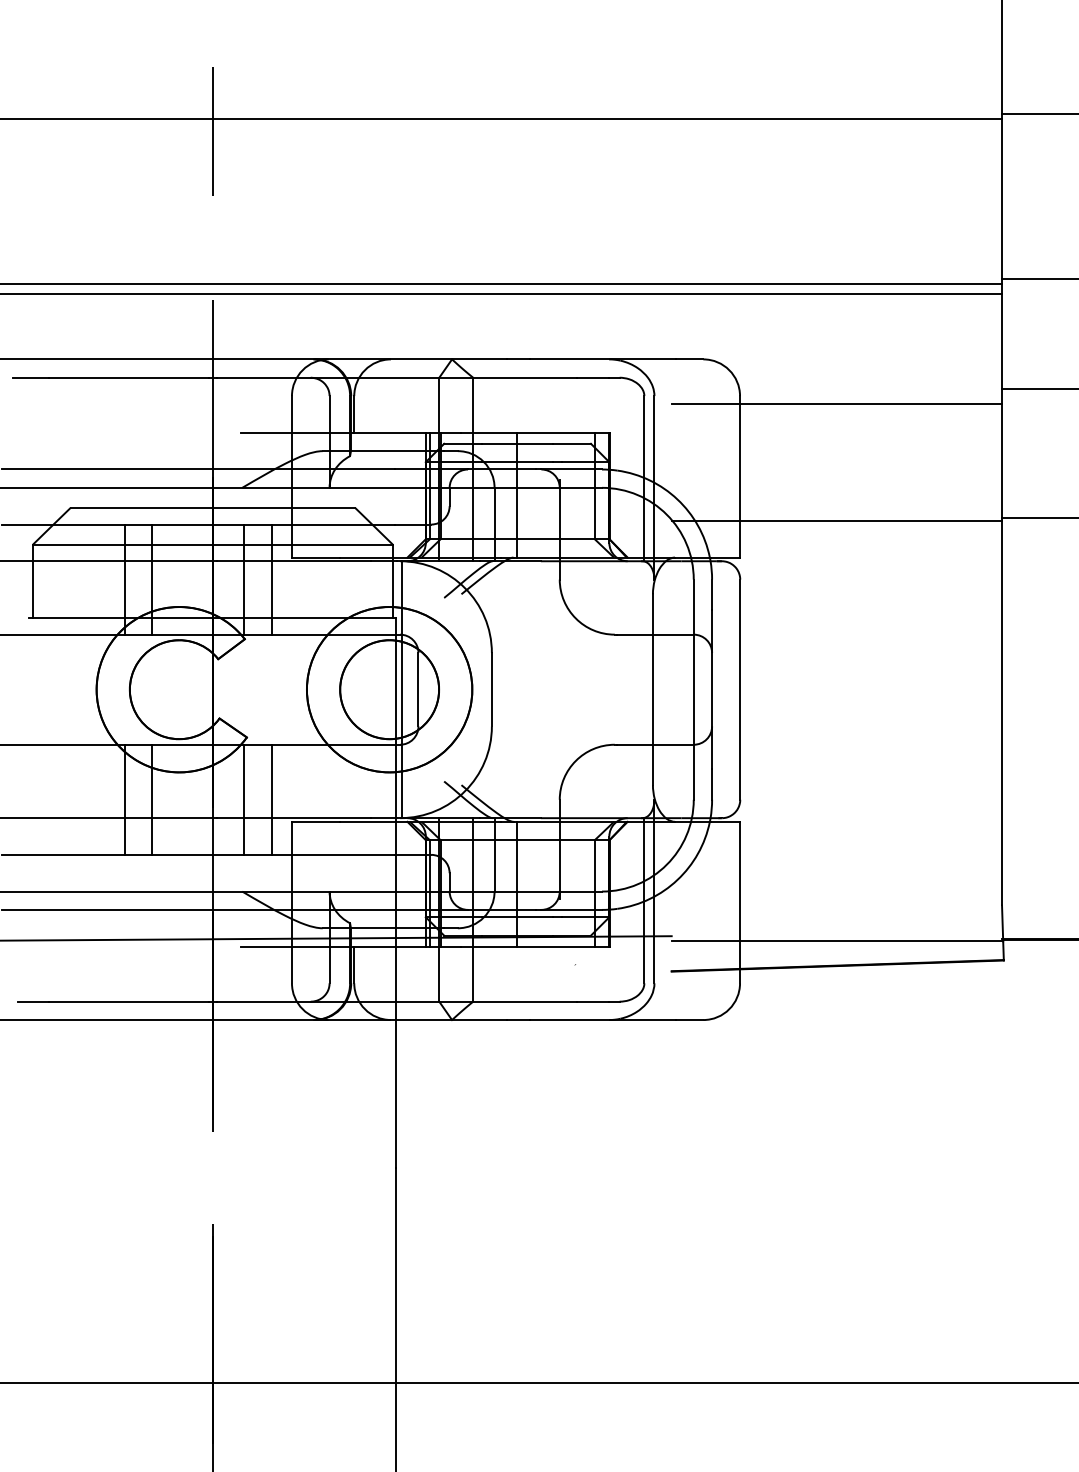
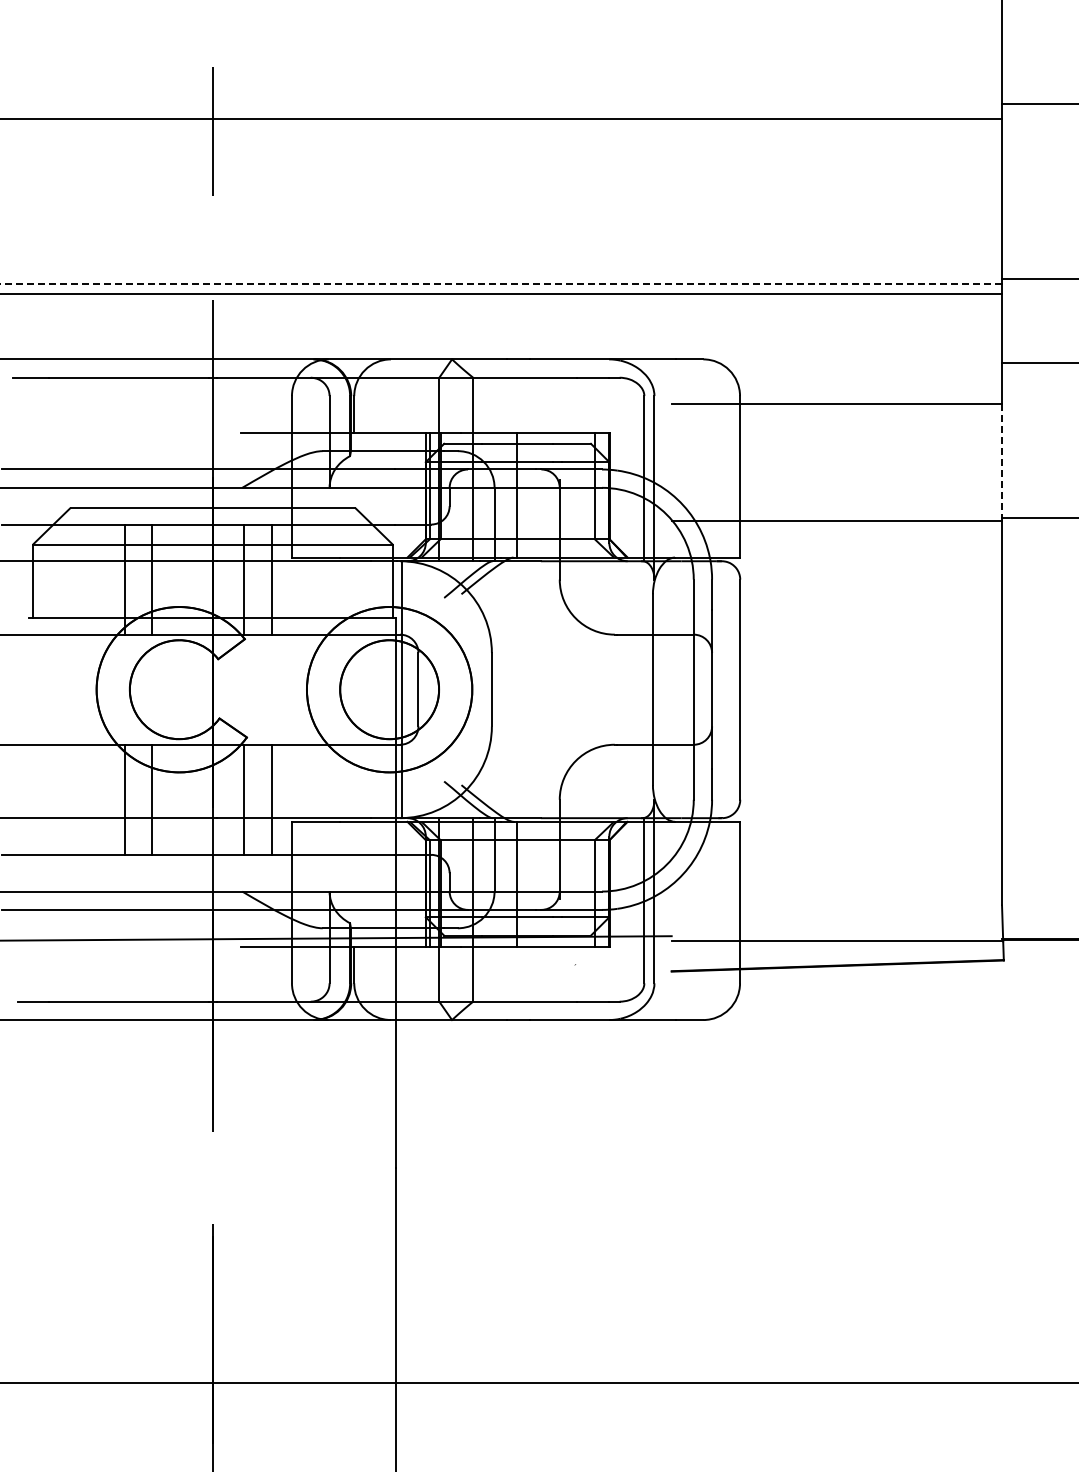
line at (1038, 114) position: (1038, 114) -> (1038, 104)
line at (501, 283): solid -> dashed
line at (1038, 389) position: (1038, 389) -> (1038, 363)
line at (1002, 462): solid -> dashed
